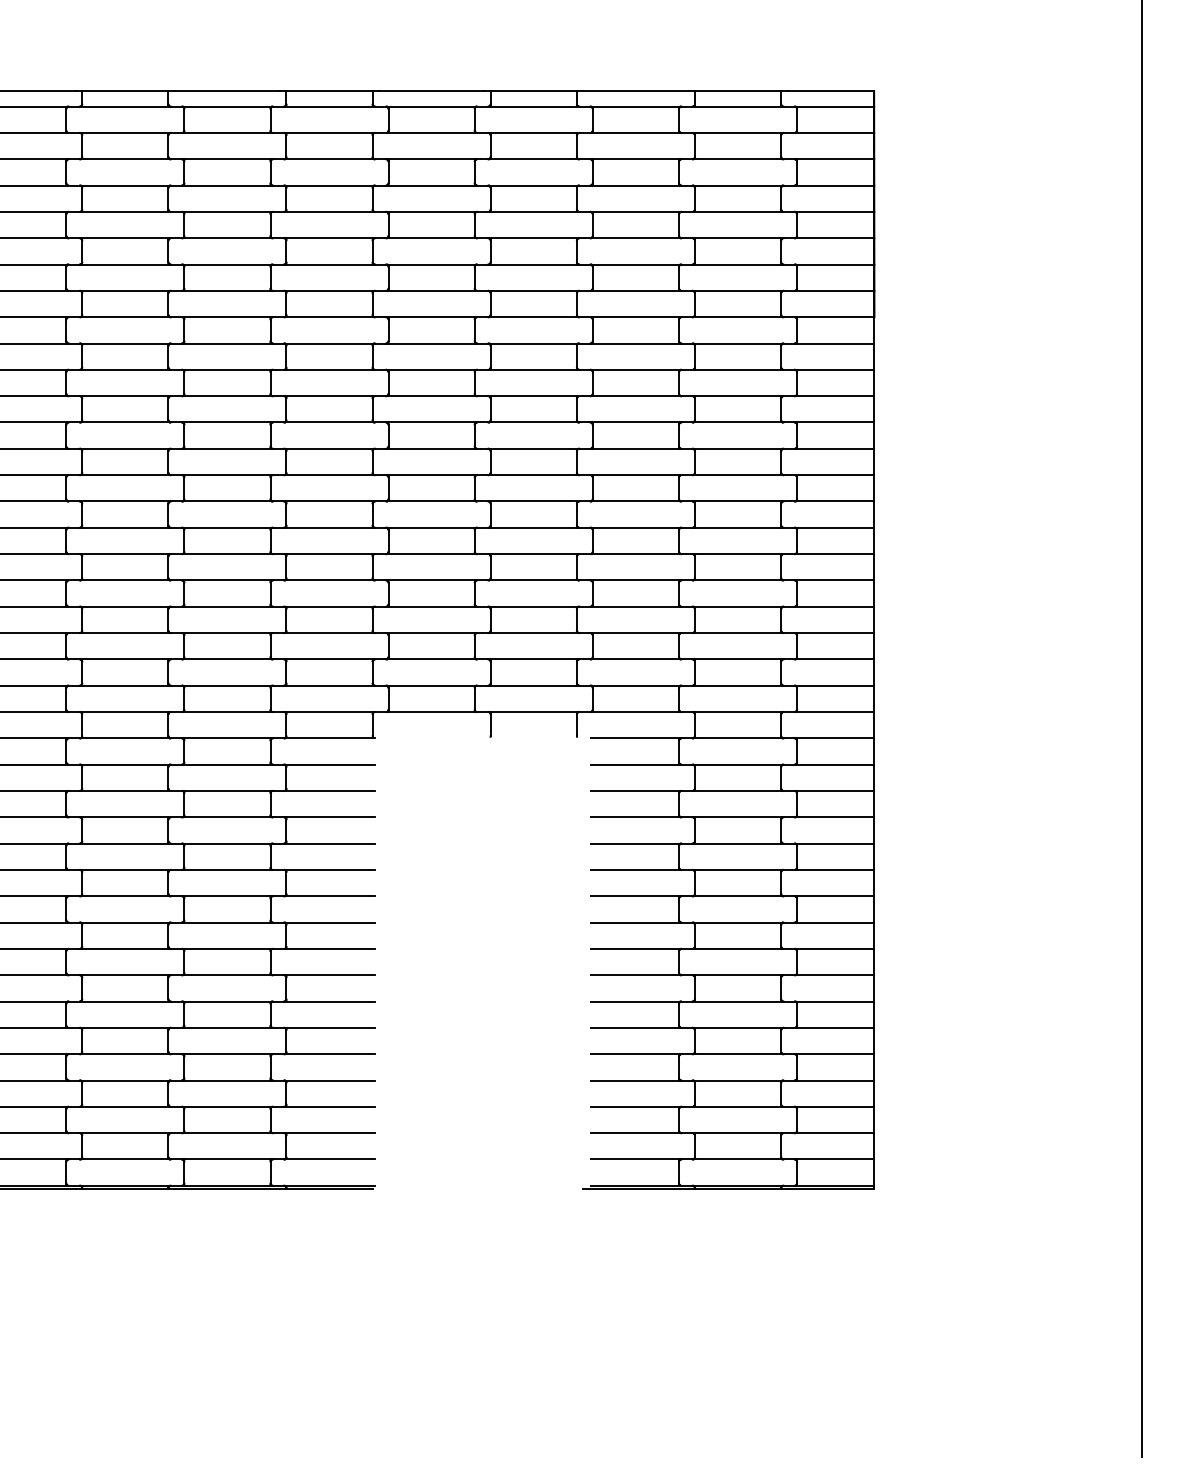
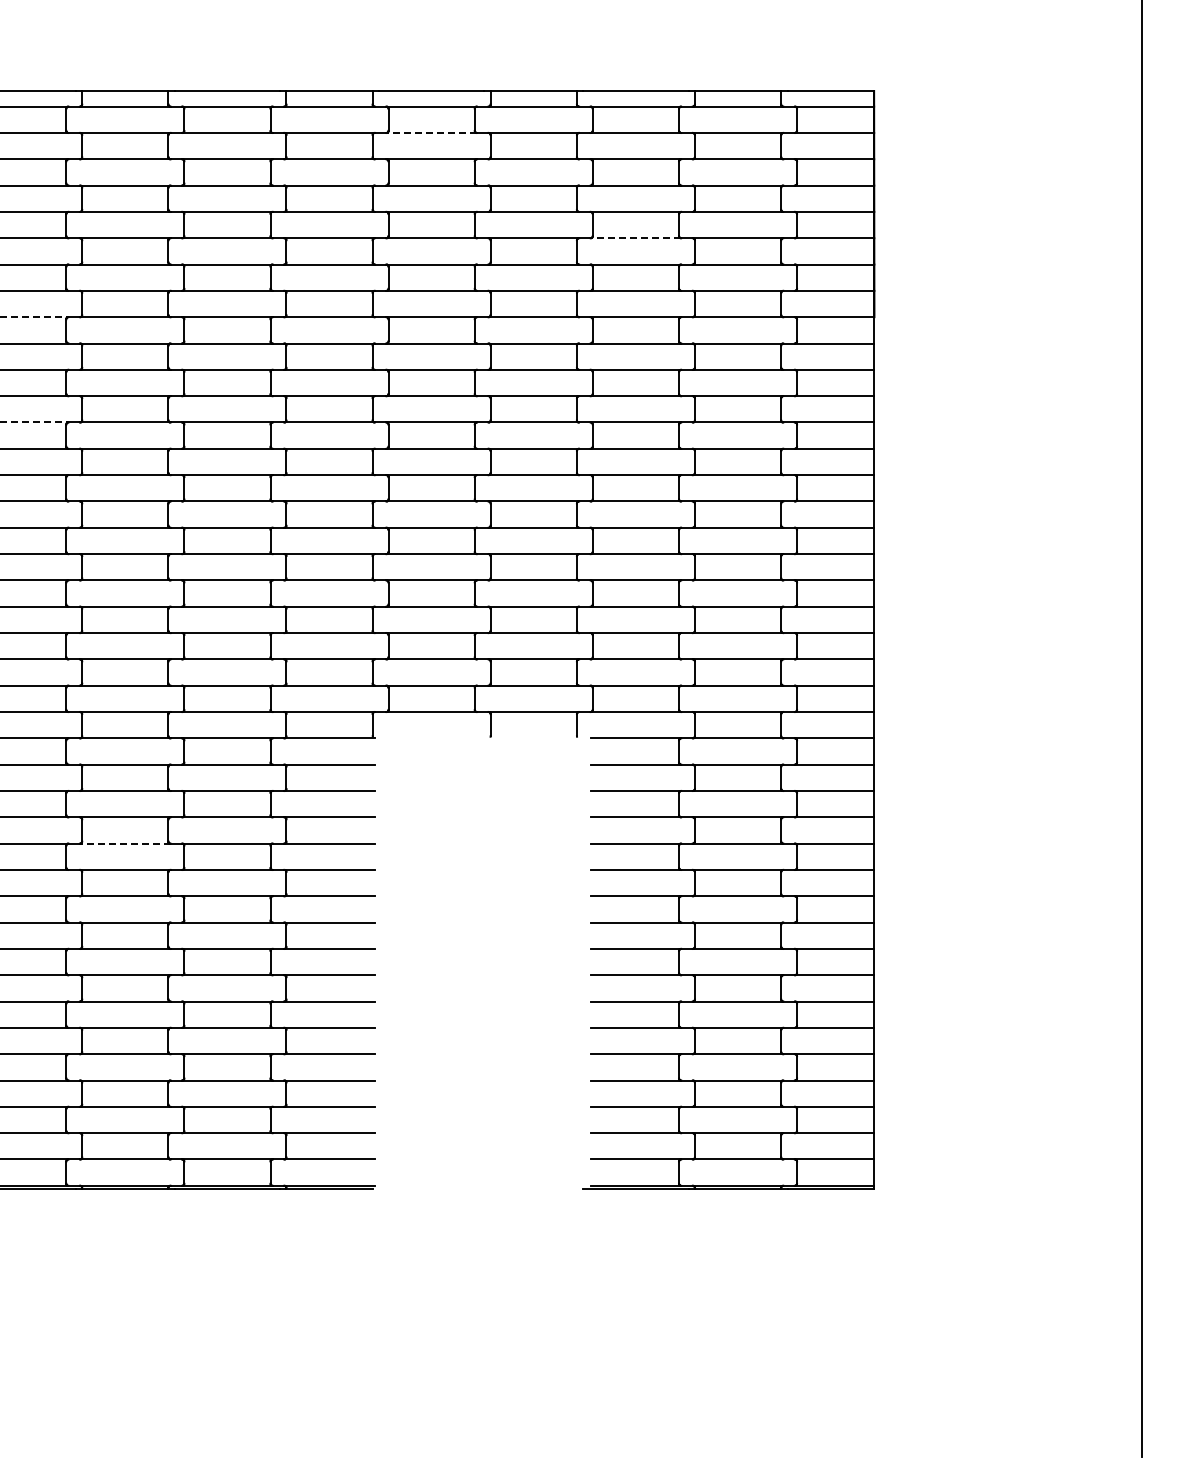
line at (431, 132): solid -> dashed
line at (635, 238): solid -> dashed
line at (34, 317): solid -> dashed
line at (34, 422): solid -> dashed
line at (124, 843): solid -> dashed
